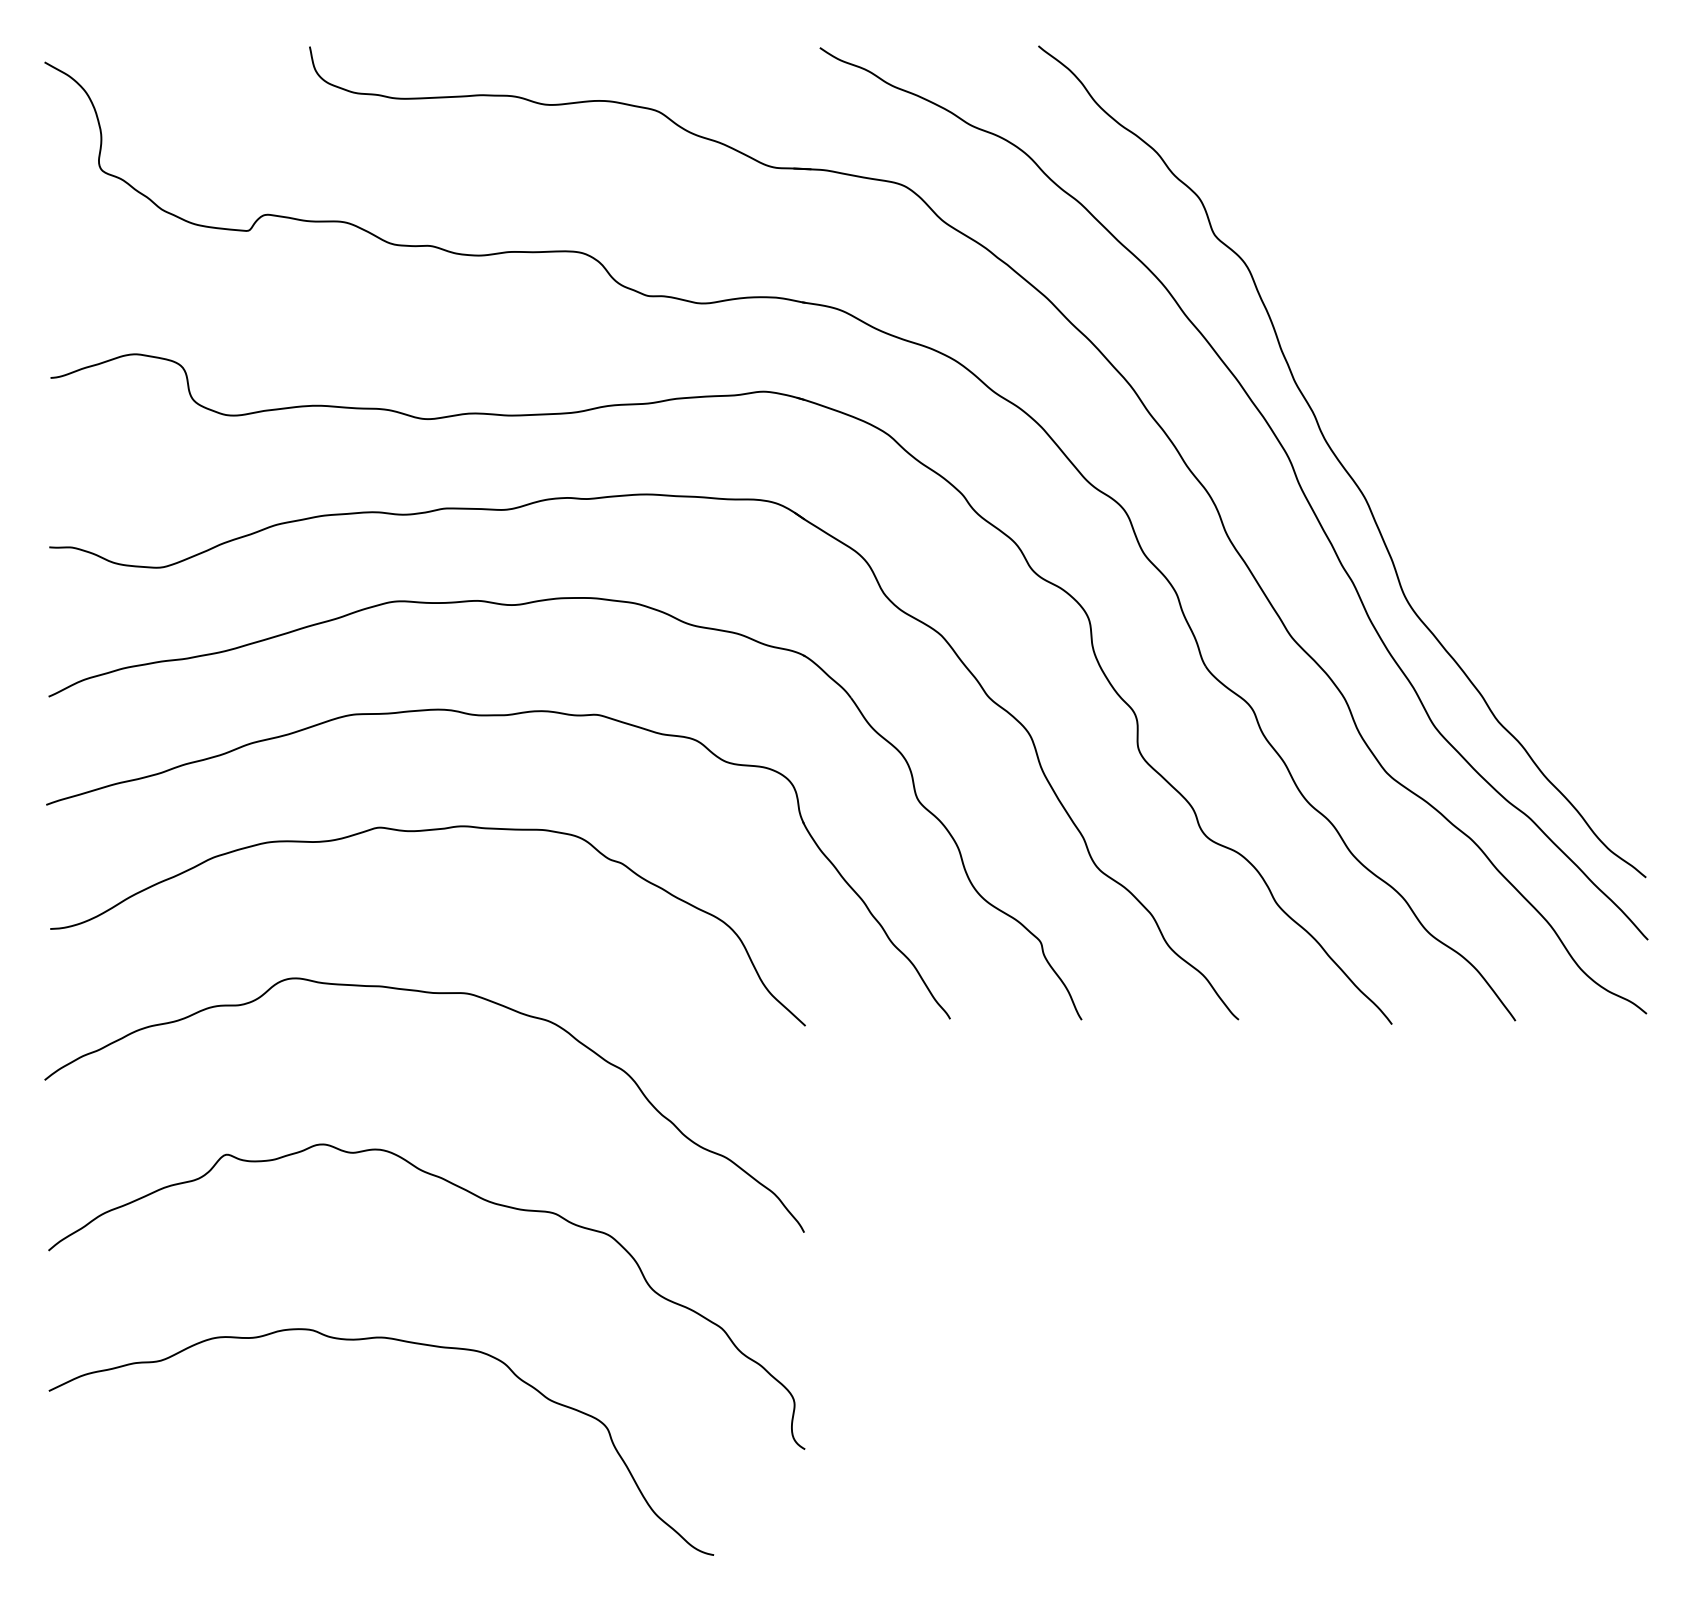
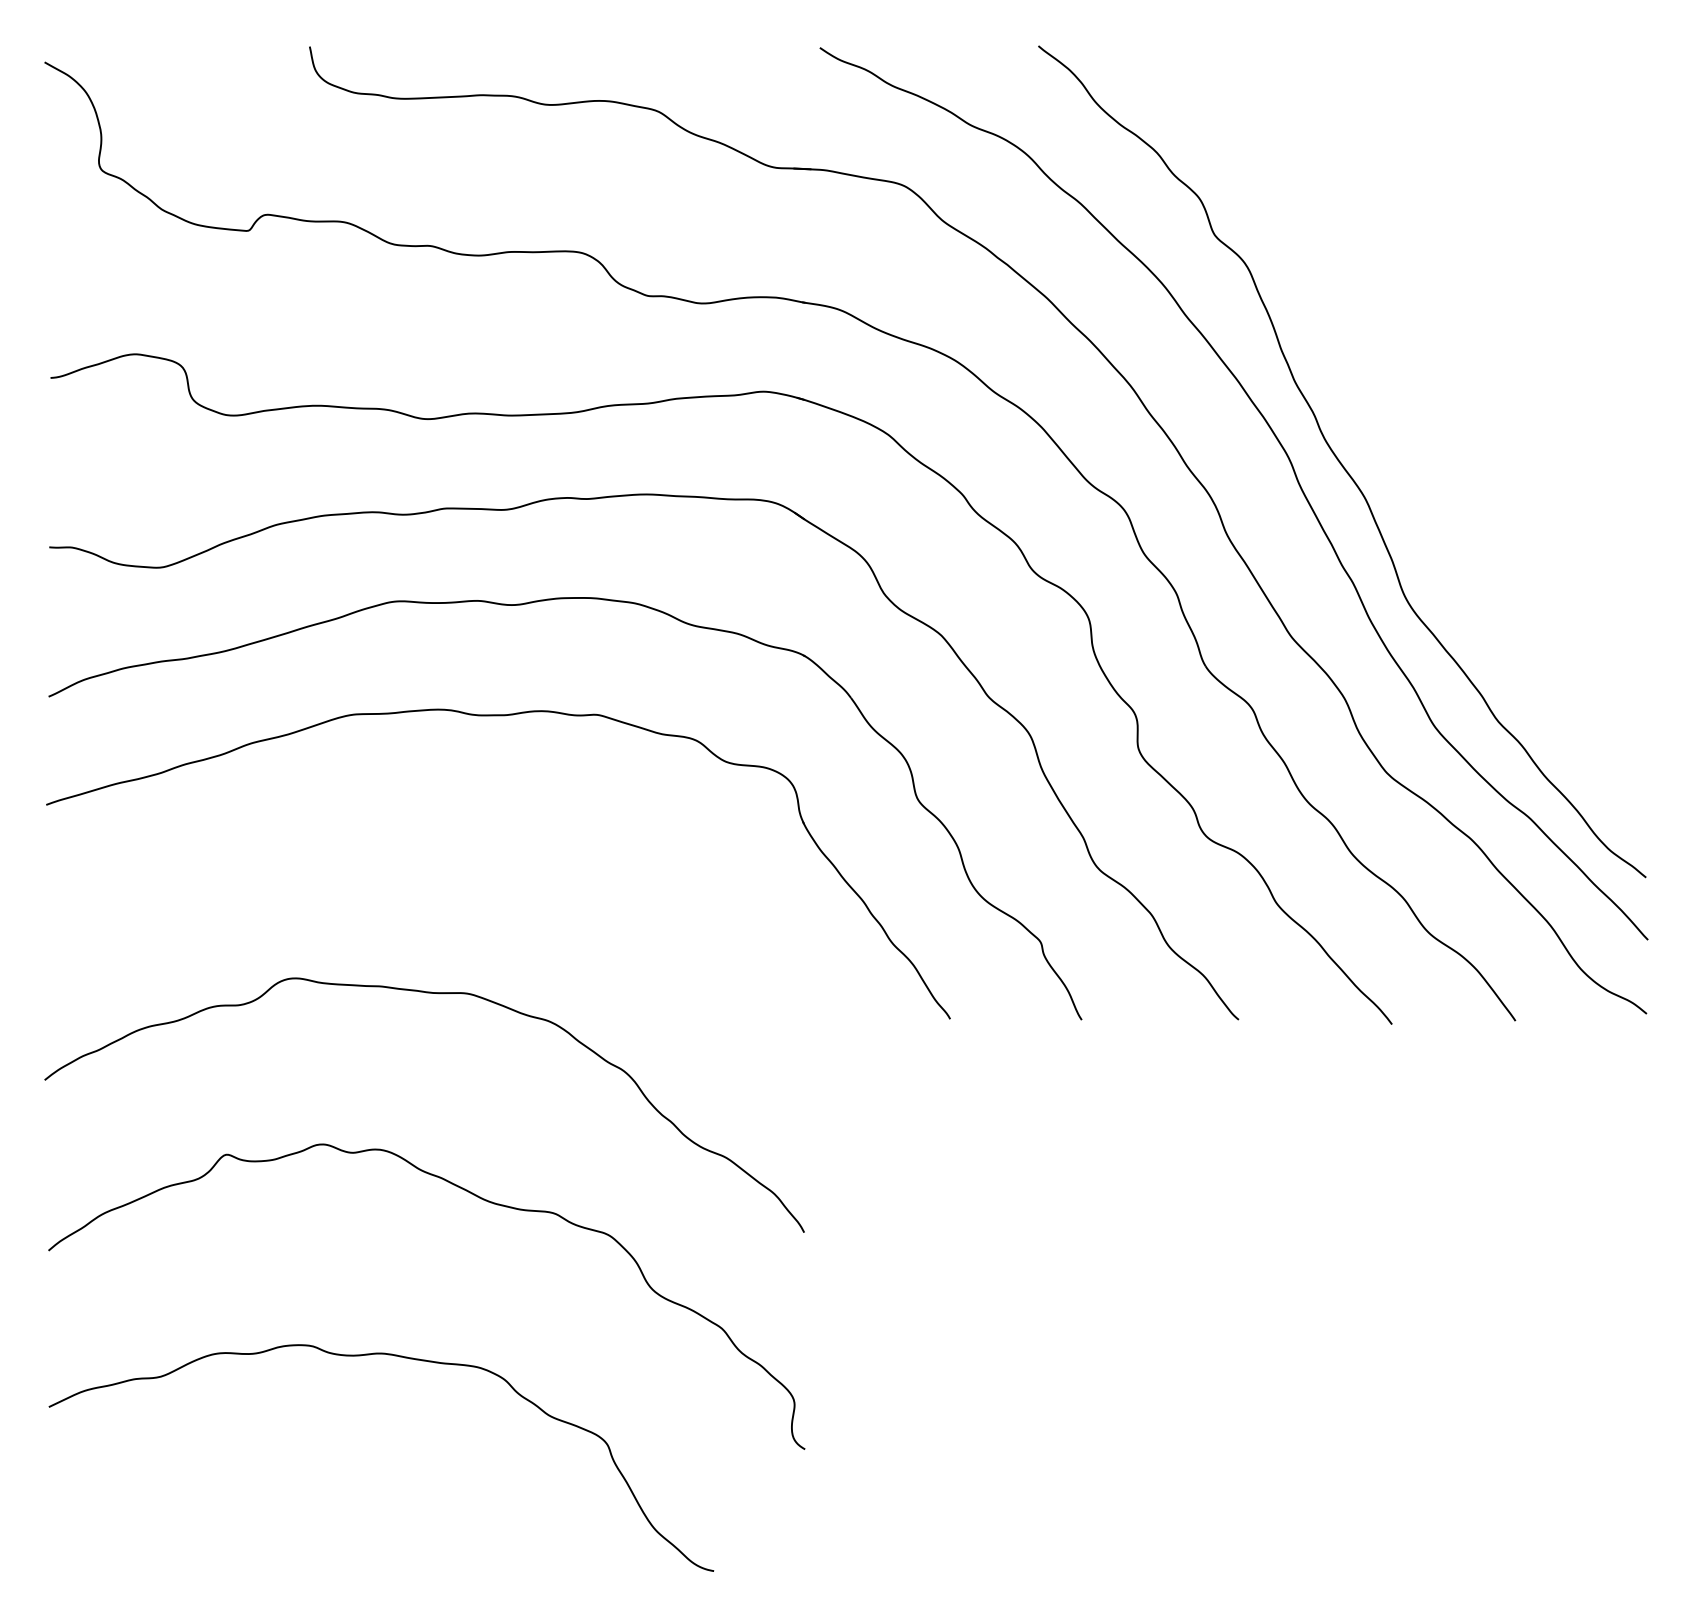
curve at (414, 832): present -> none
curve at (399, 1341) position: (399, 1341) -> (399, 1357)
